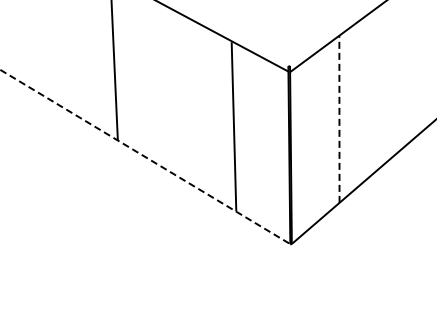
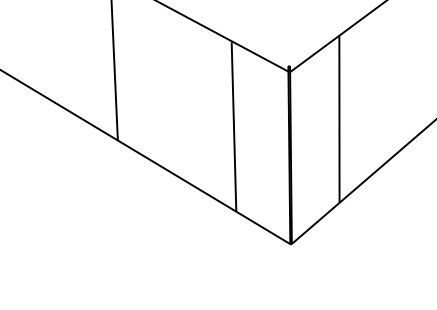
line at (339, 119): dashed -> solid
line at (145, 157): dashed -> solid
